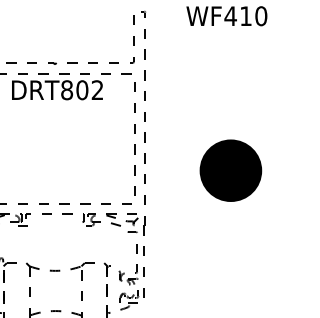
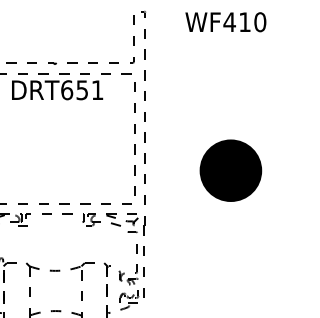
text at (226, 16) position: (226, 16) -> (225, 22)
text at (82, 90): DRT802 -> DRT651
